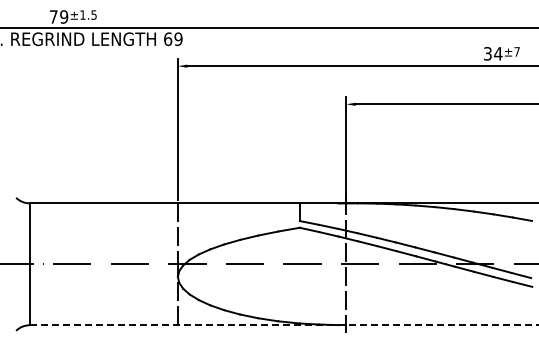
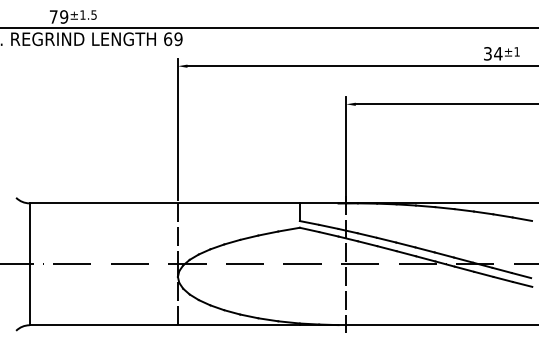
text at (516, 51): ±7 -> ±1
line at (284, 325): dashed -> solid
